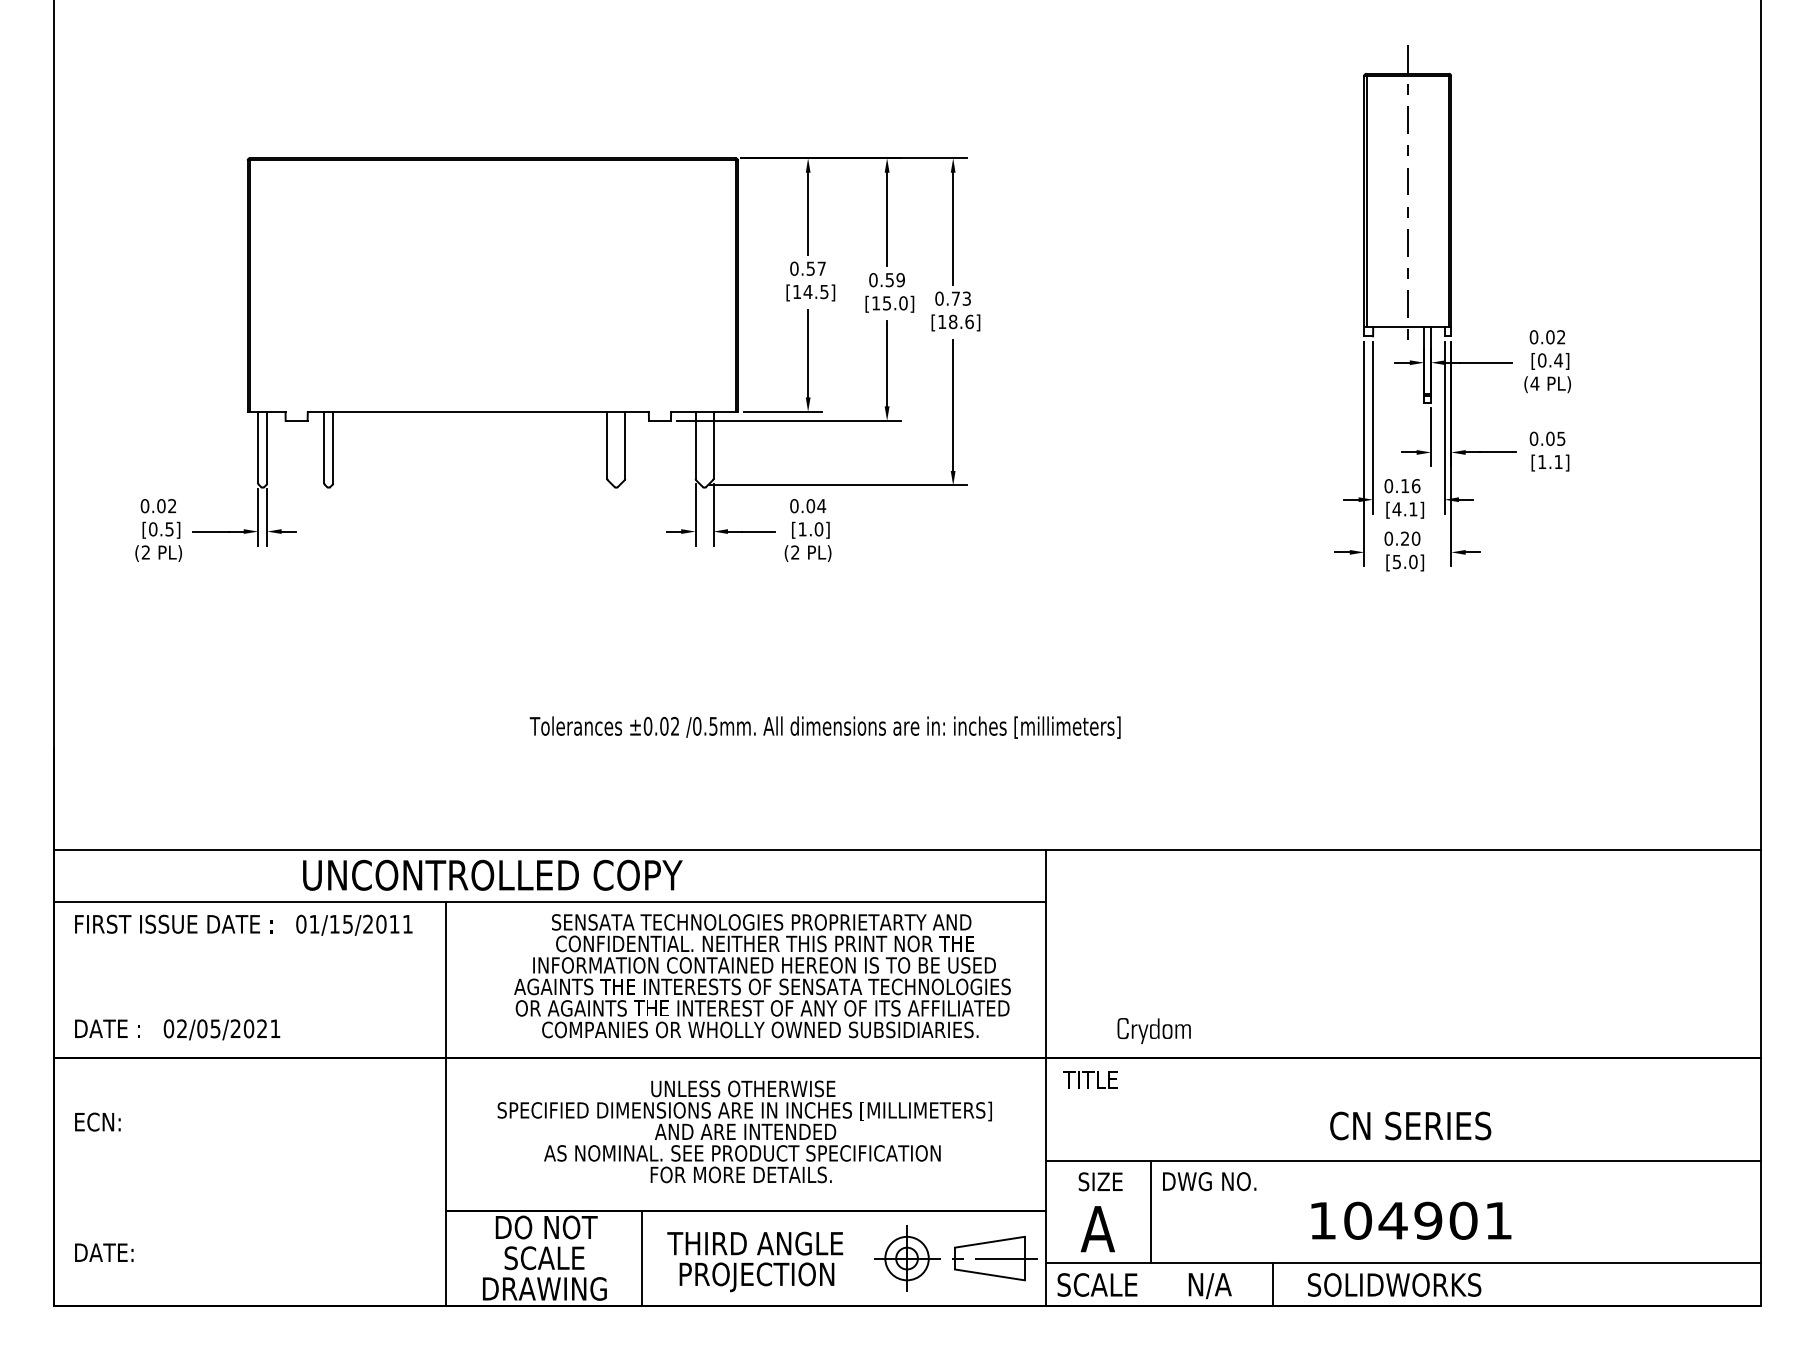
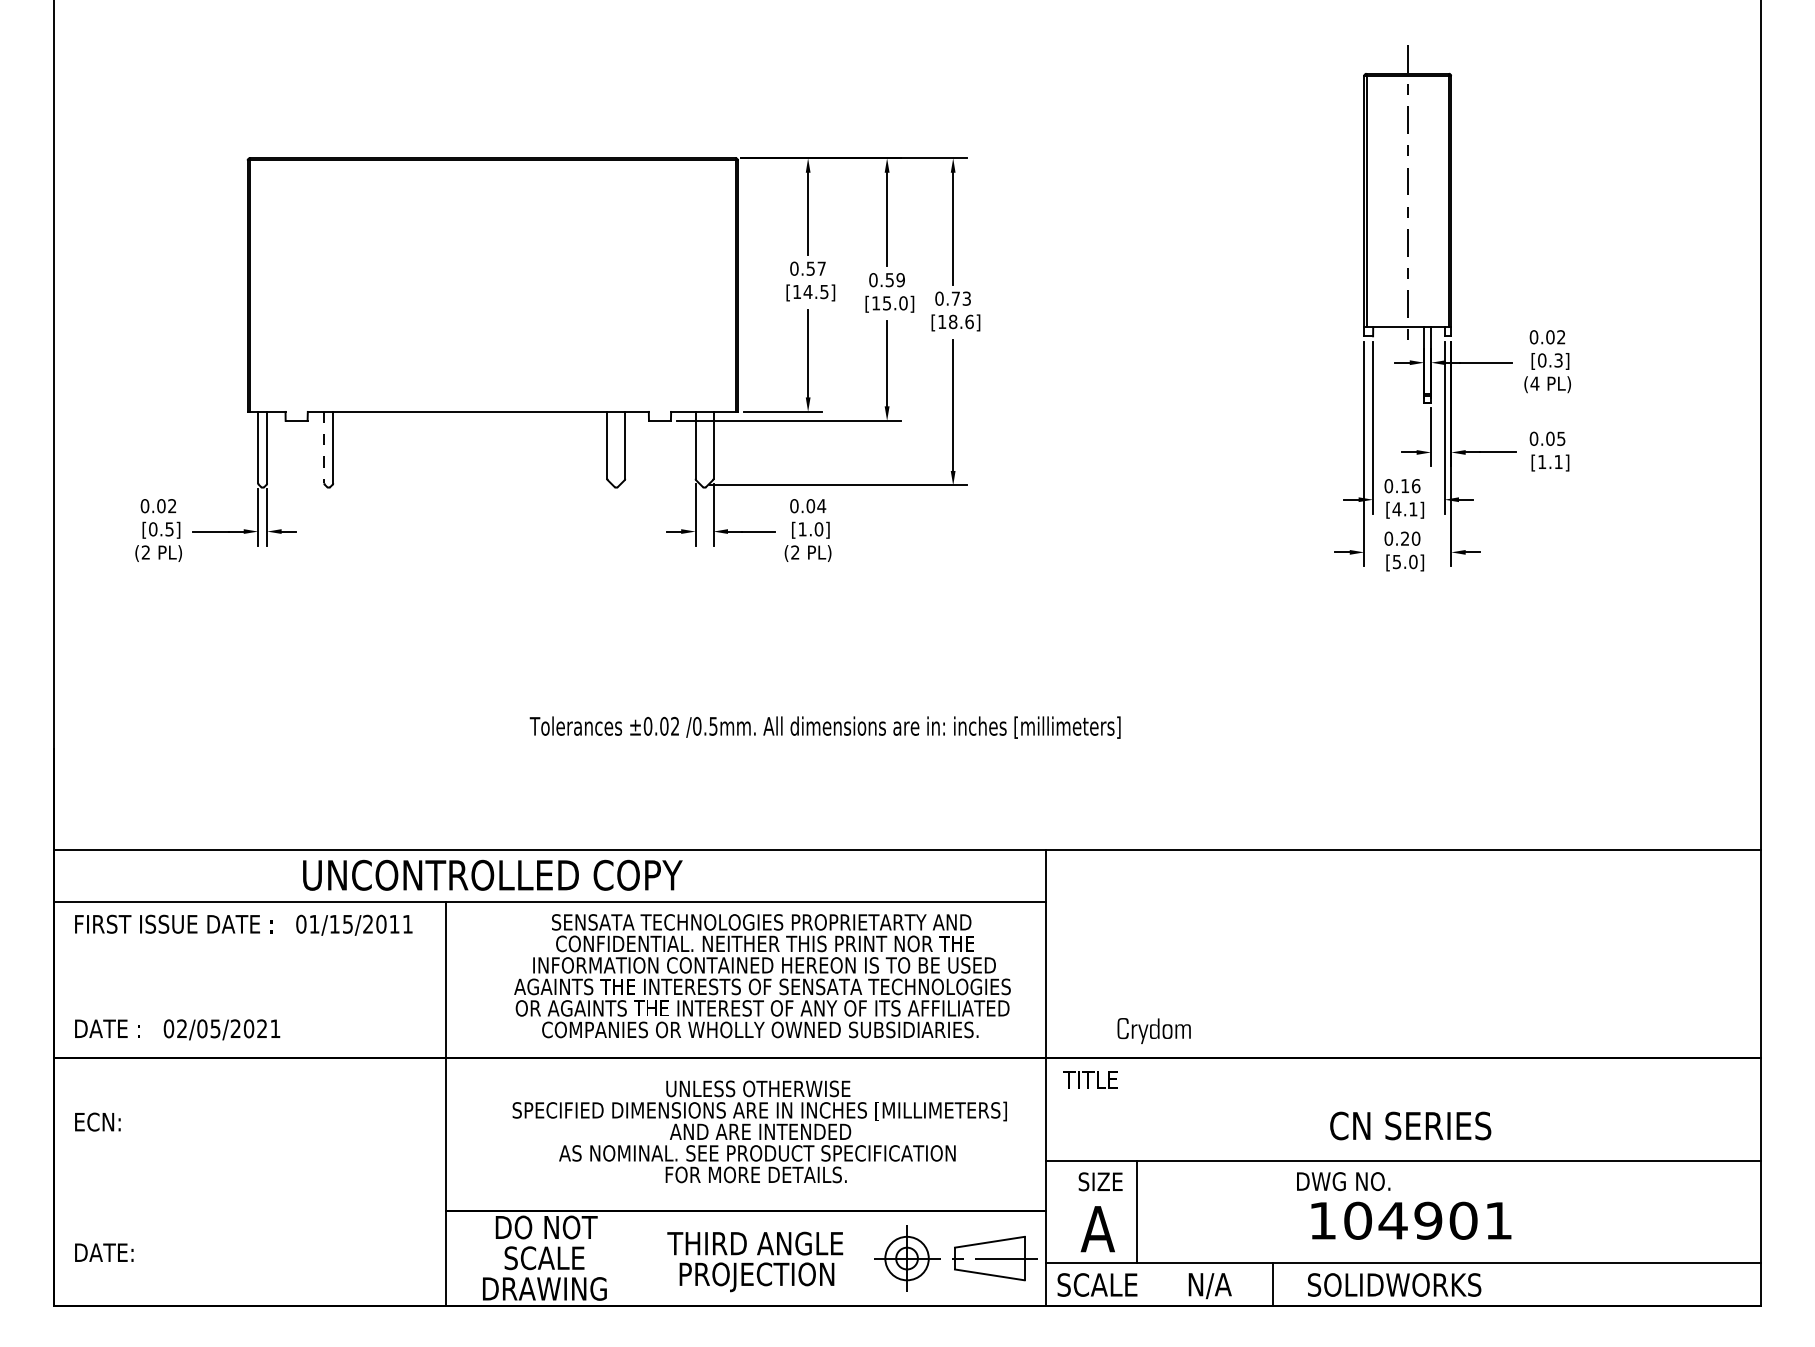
text at (1558, 360): [0.4] -> [0.3]
line at (324, 447): solid -> dashed
text at (744, 1131) position: (744, 1131) -> (759, 1131)
text at (1209, 1181) position: (1209, 1181) -> (1343, 1181)
line at (1150, 1211) position: (1150, 1211) -> (1136, 1211)
line at (642, 1258): present -> none
